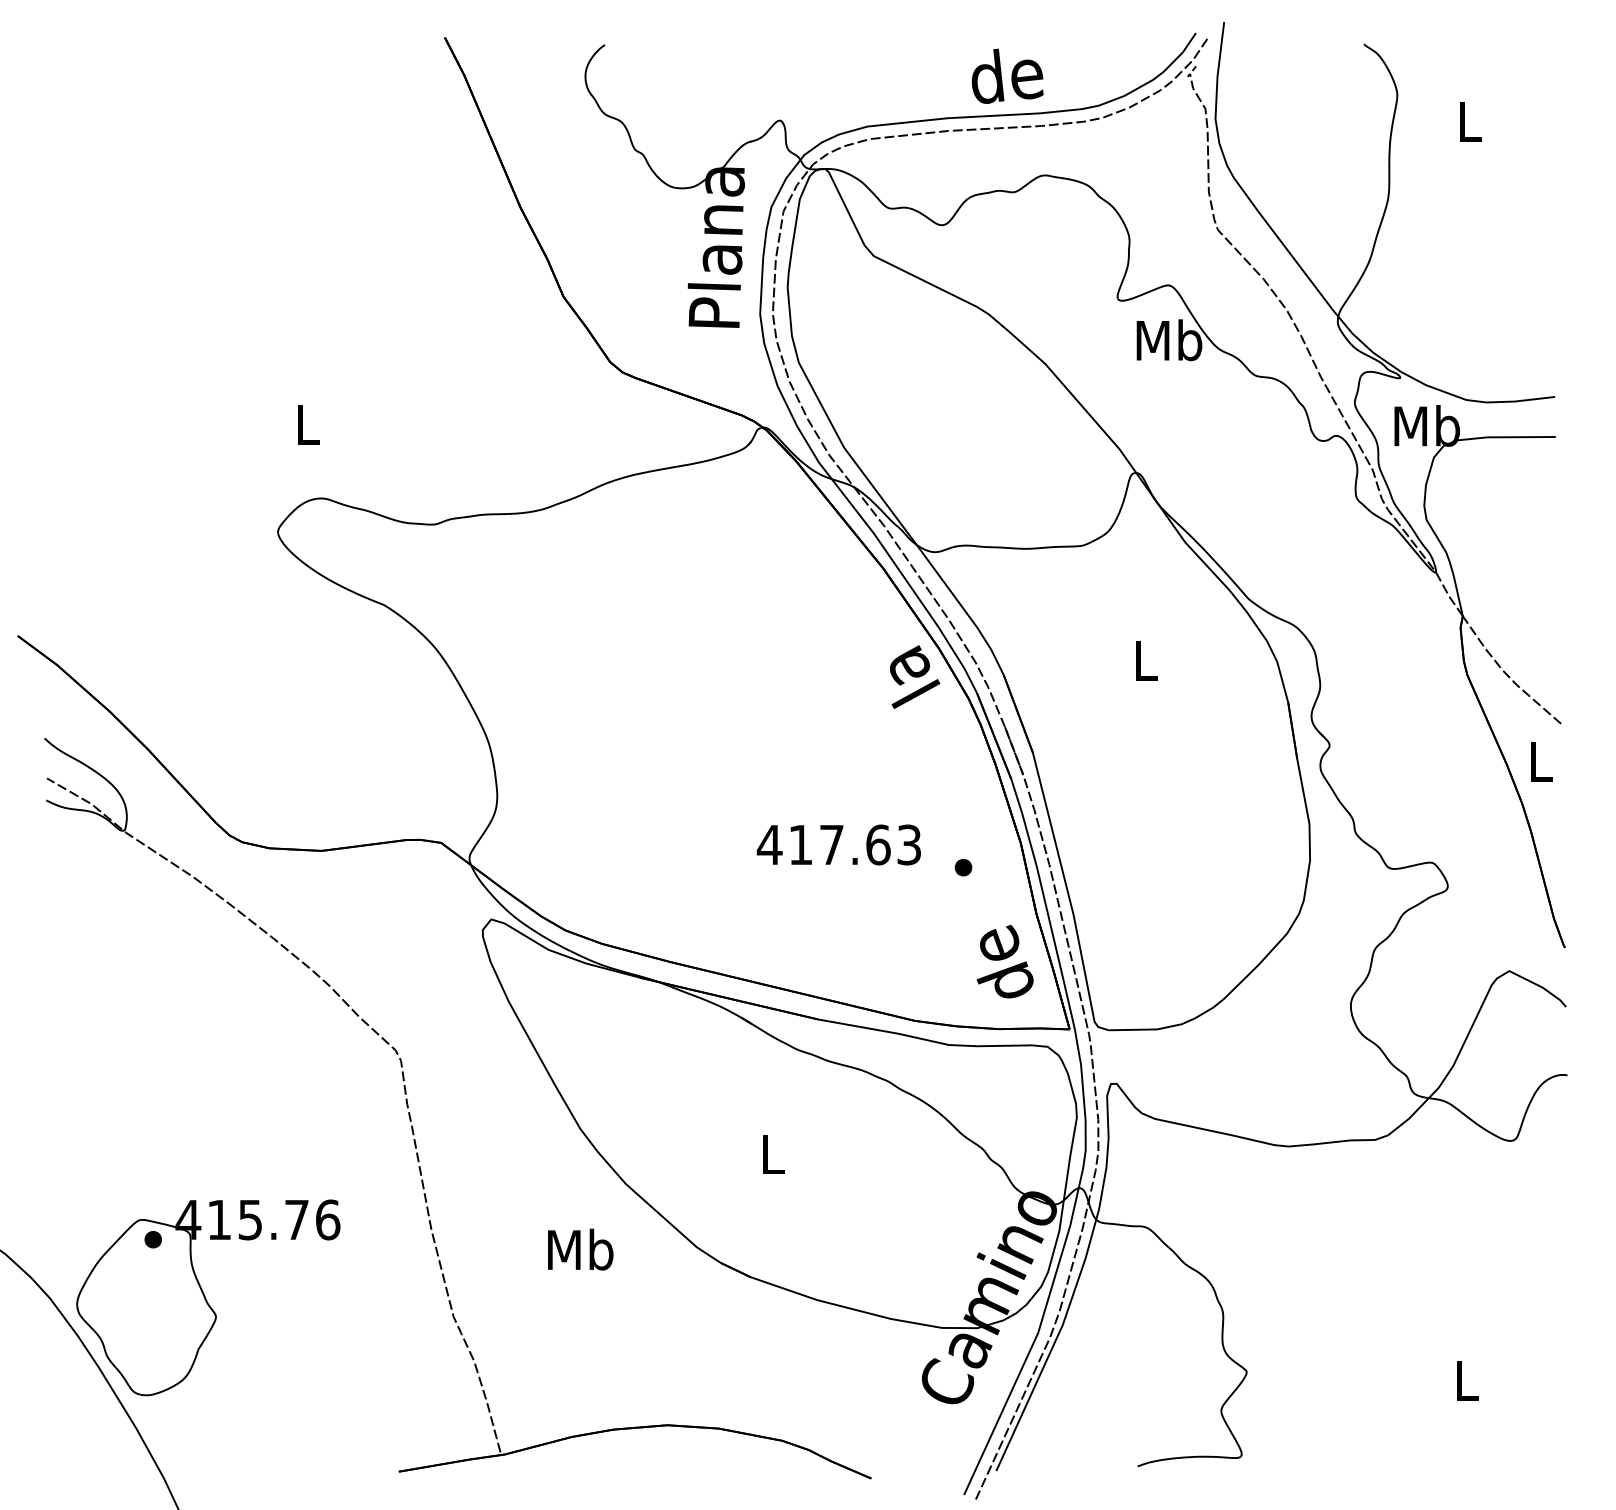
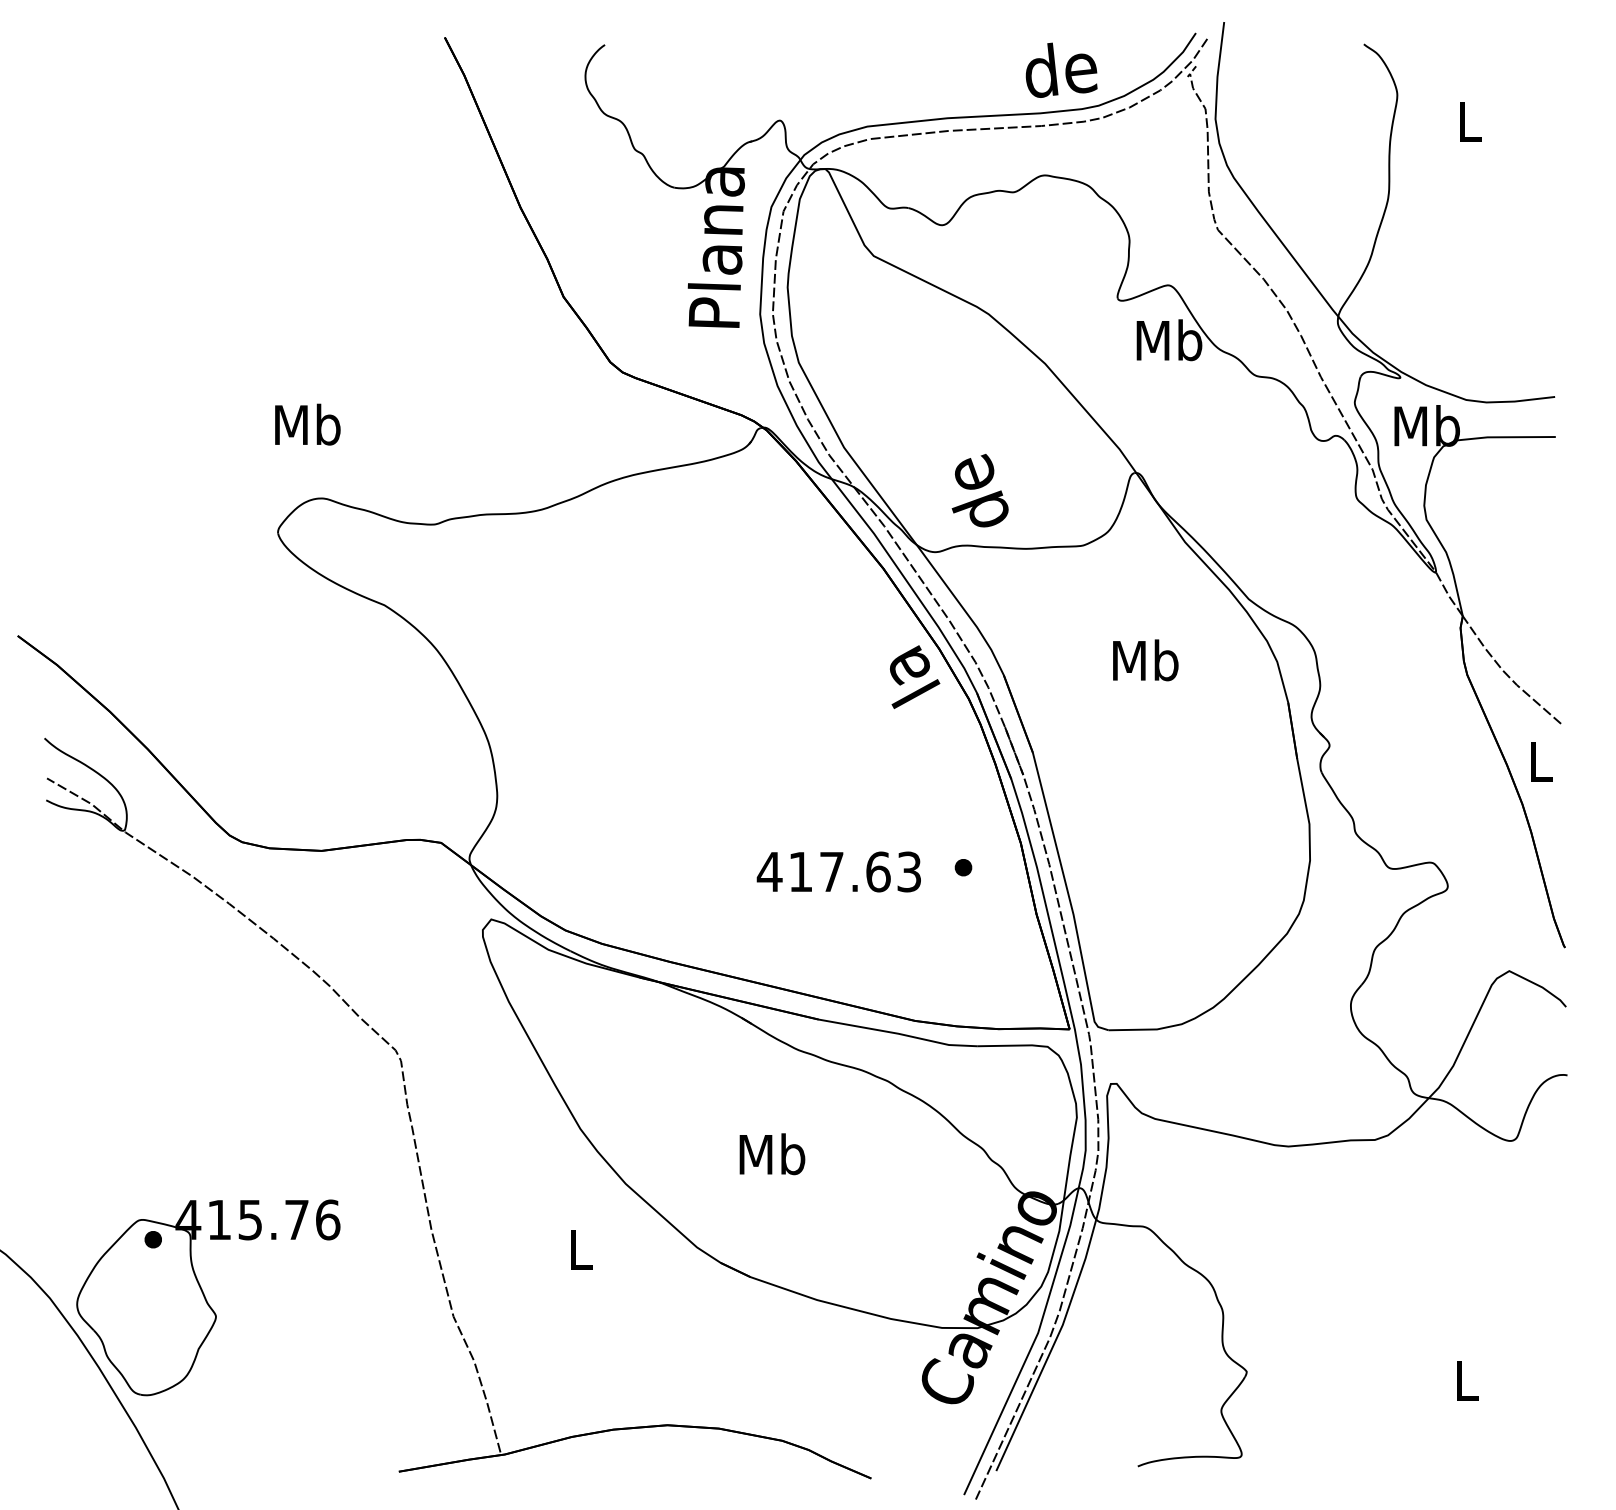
text at (1007, 75) position: (1007, 75) -> (1061, 69)
text at (307, 424): L -> Mb
text at (1145, 660): L -> Mb
text at (838, 844) position: (838, 844) -> (838, 871)
text at (1004, 961) position: (1004, 961) -> (979, 490)
text at (772, 1154): L -> Mb
text at (580, 1249): Mb -> L
